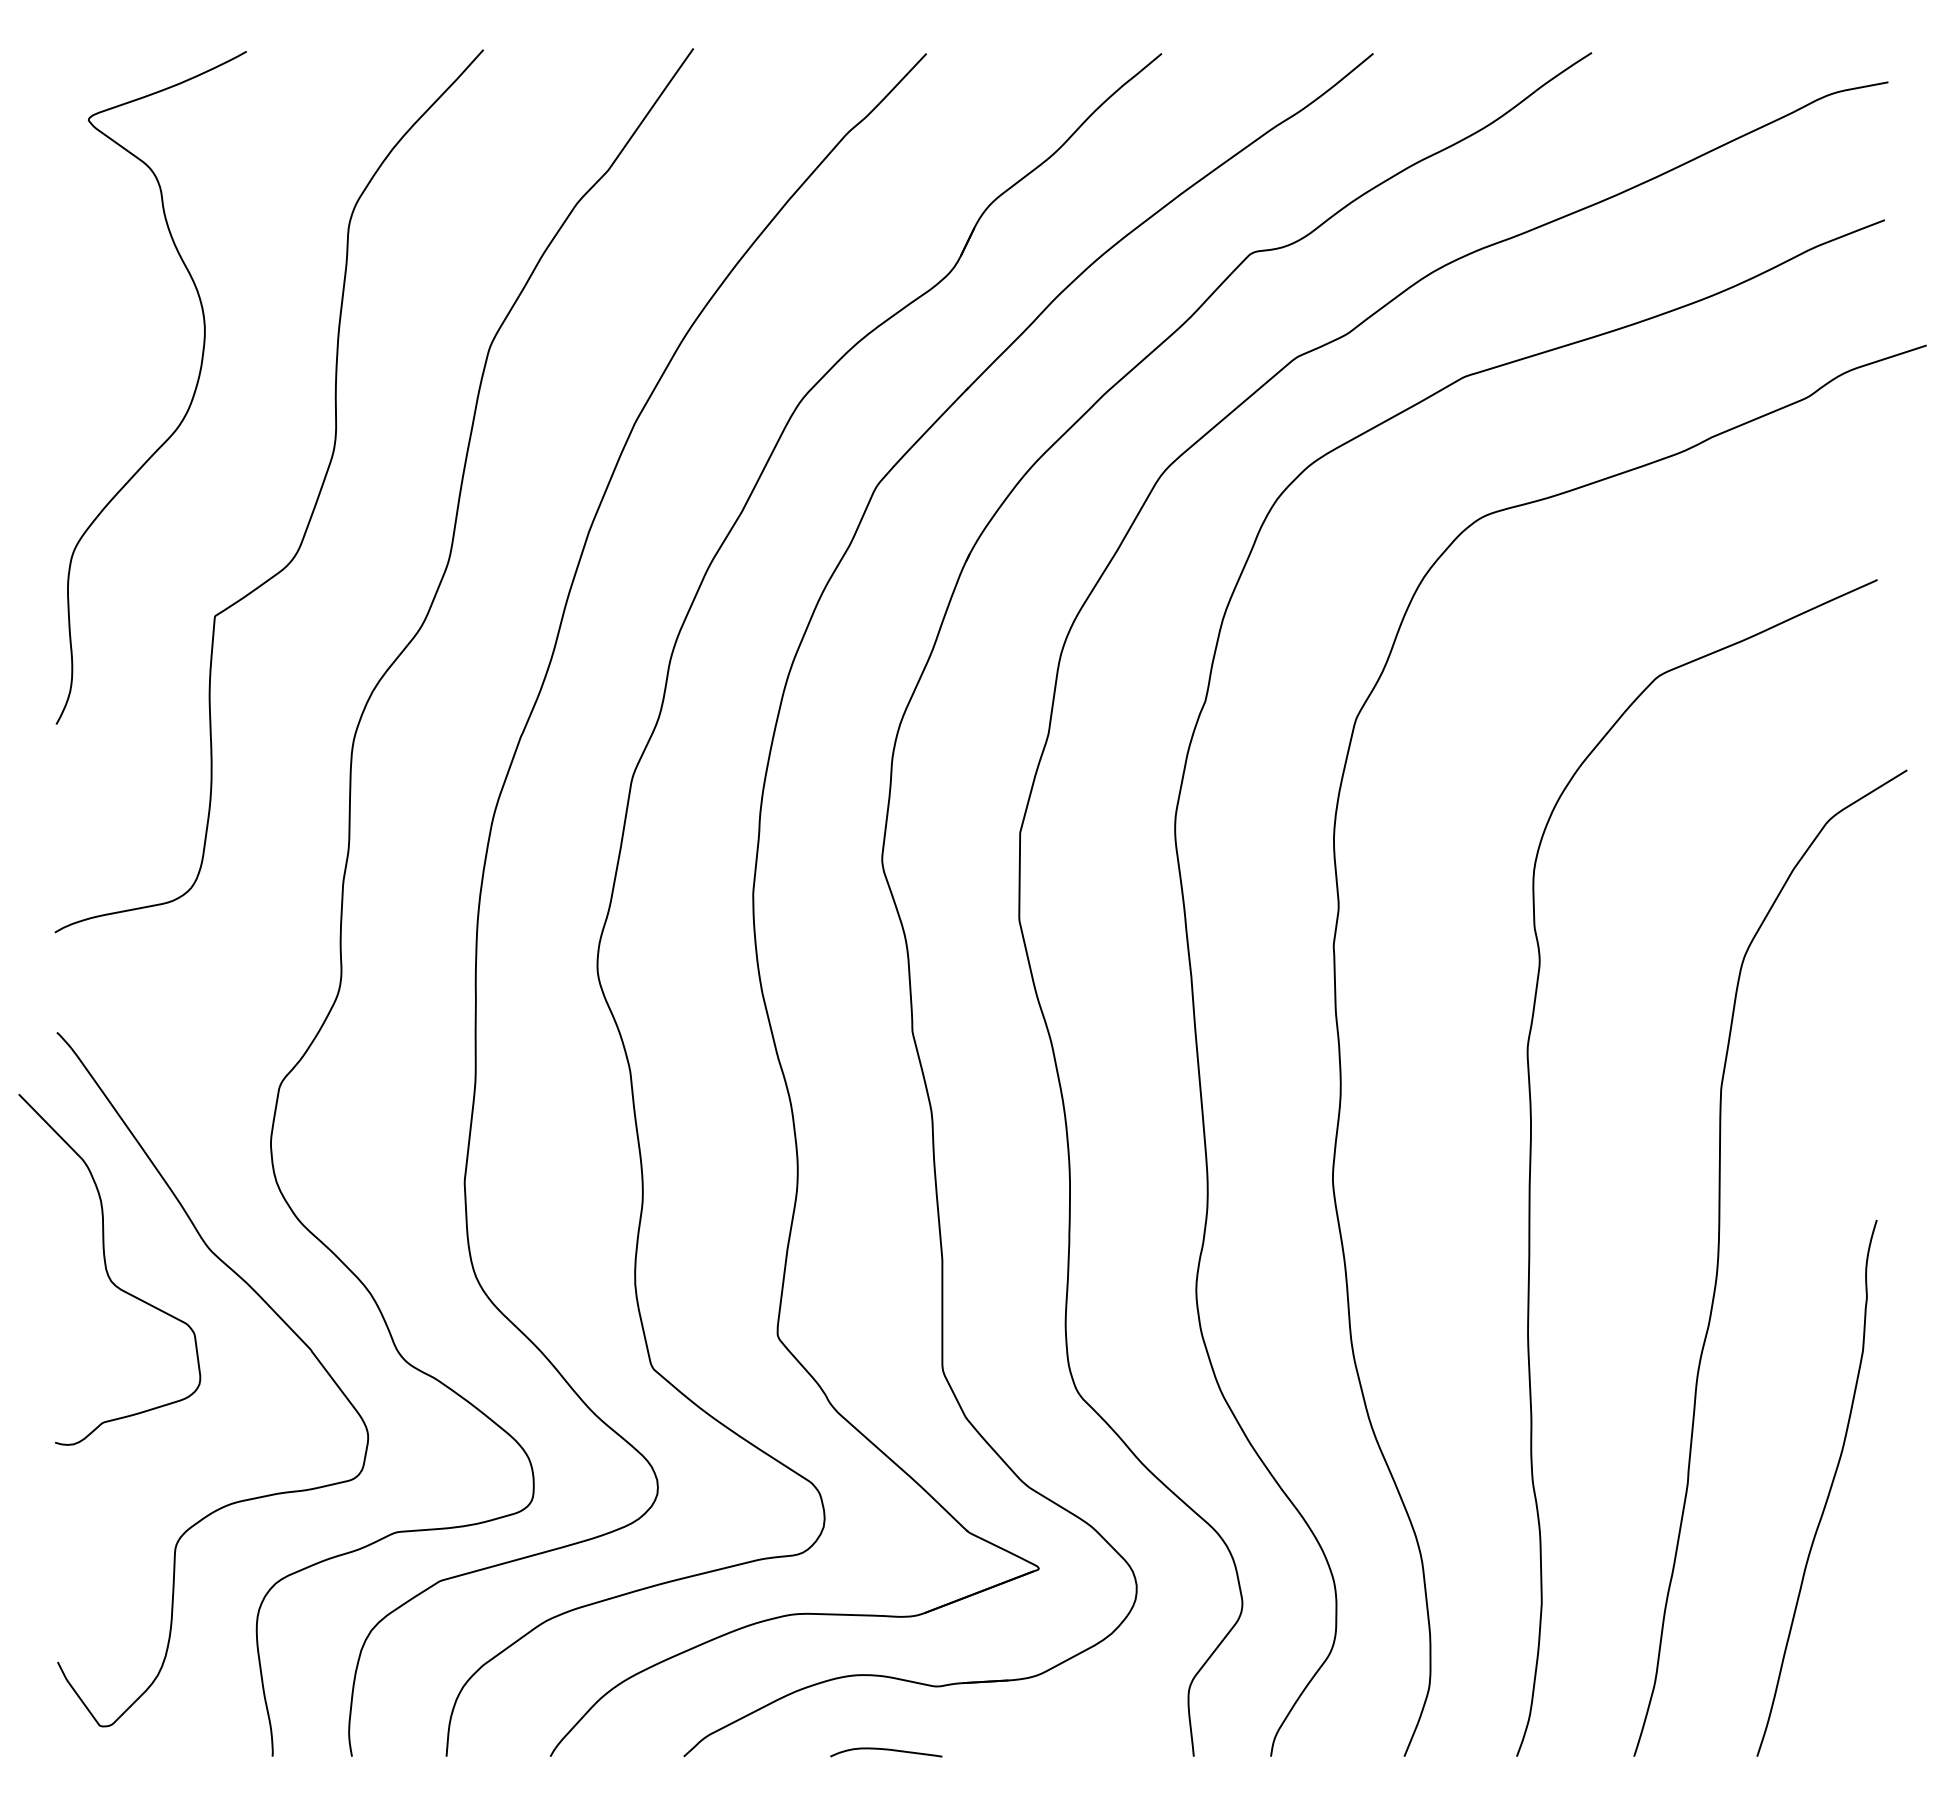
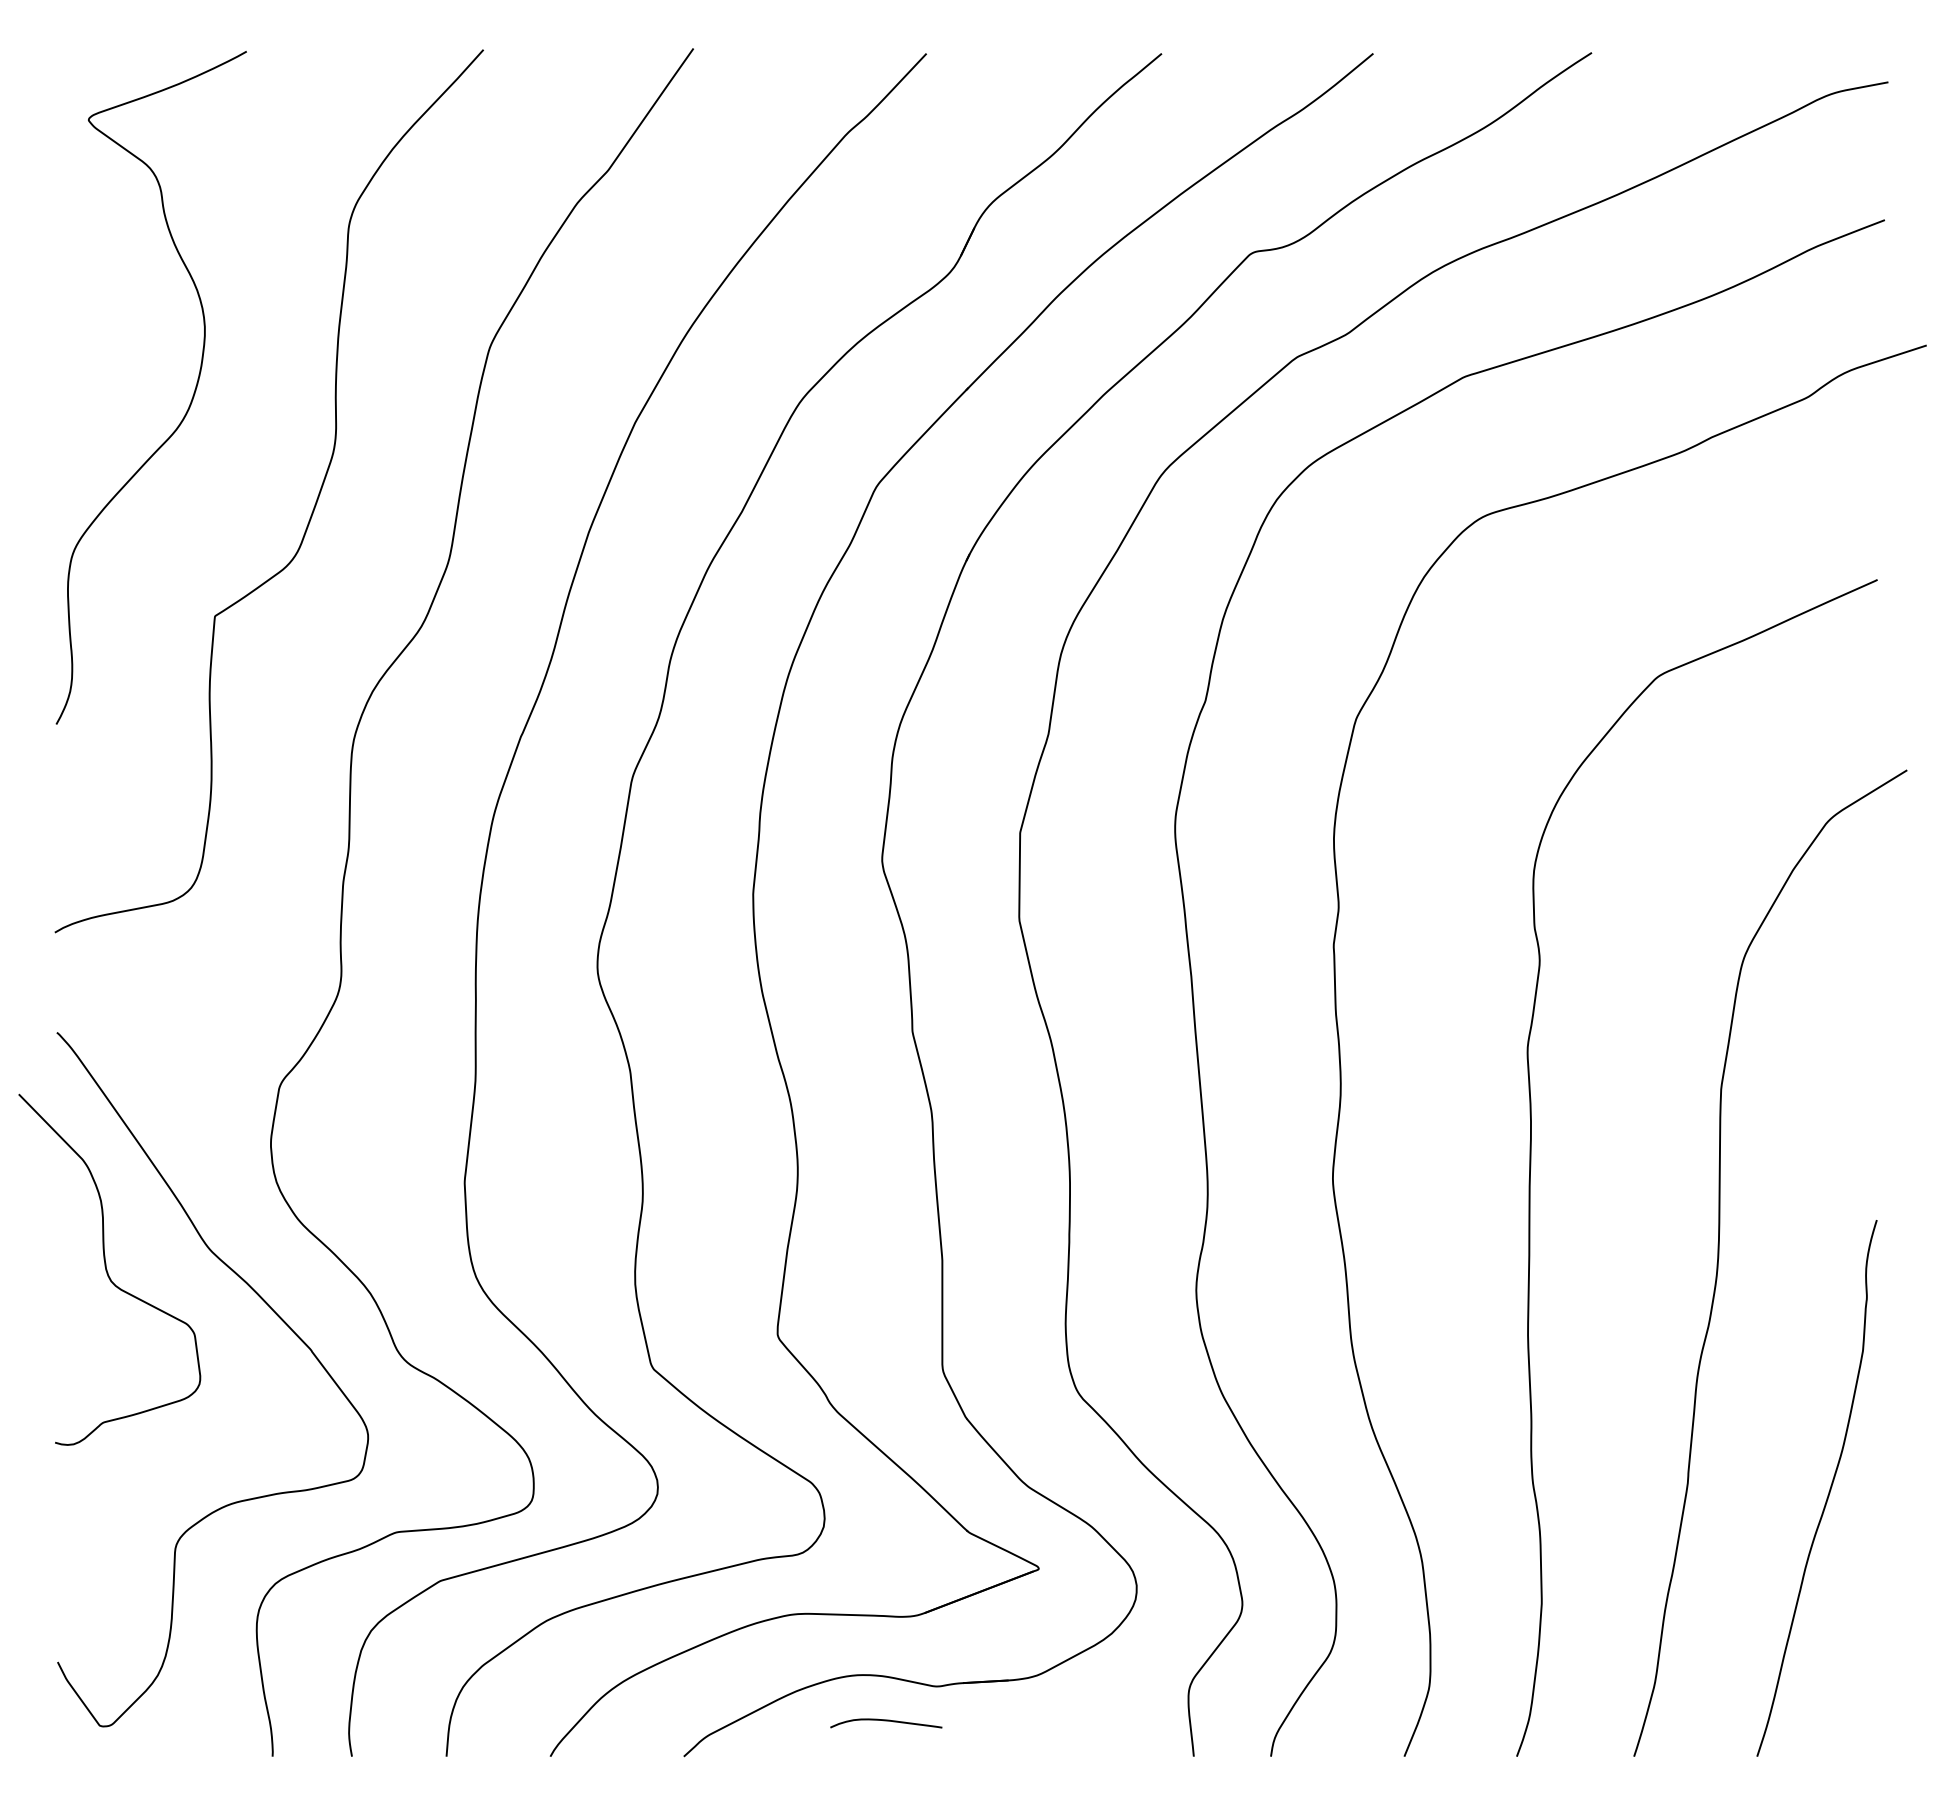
curve at (886, 1750) position: (886, 1750) -> (886, 1721)
